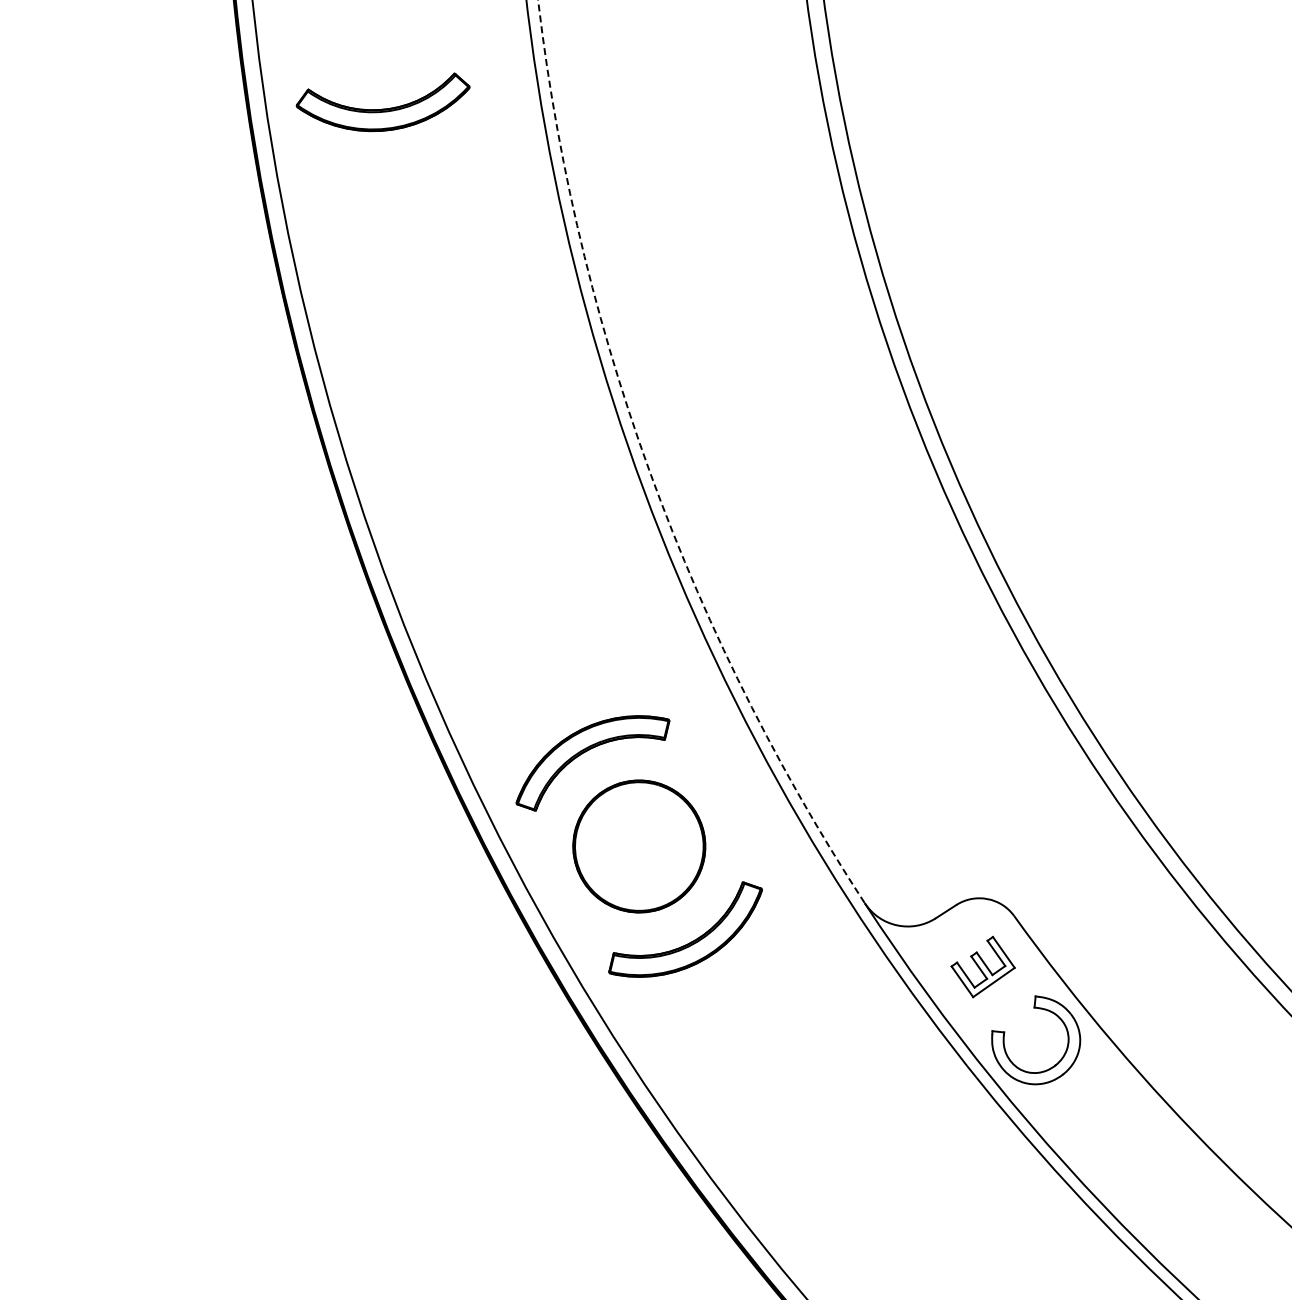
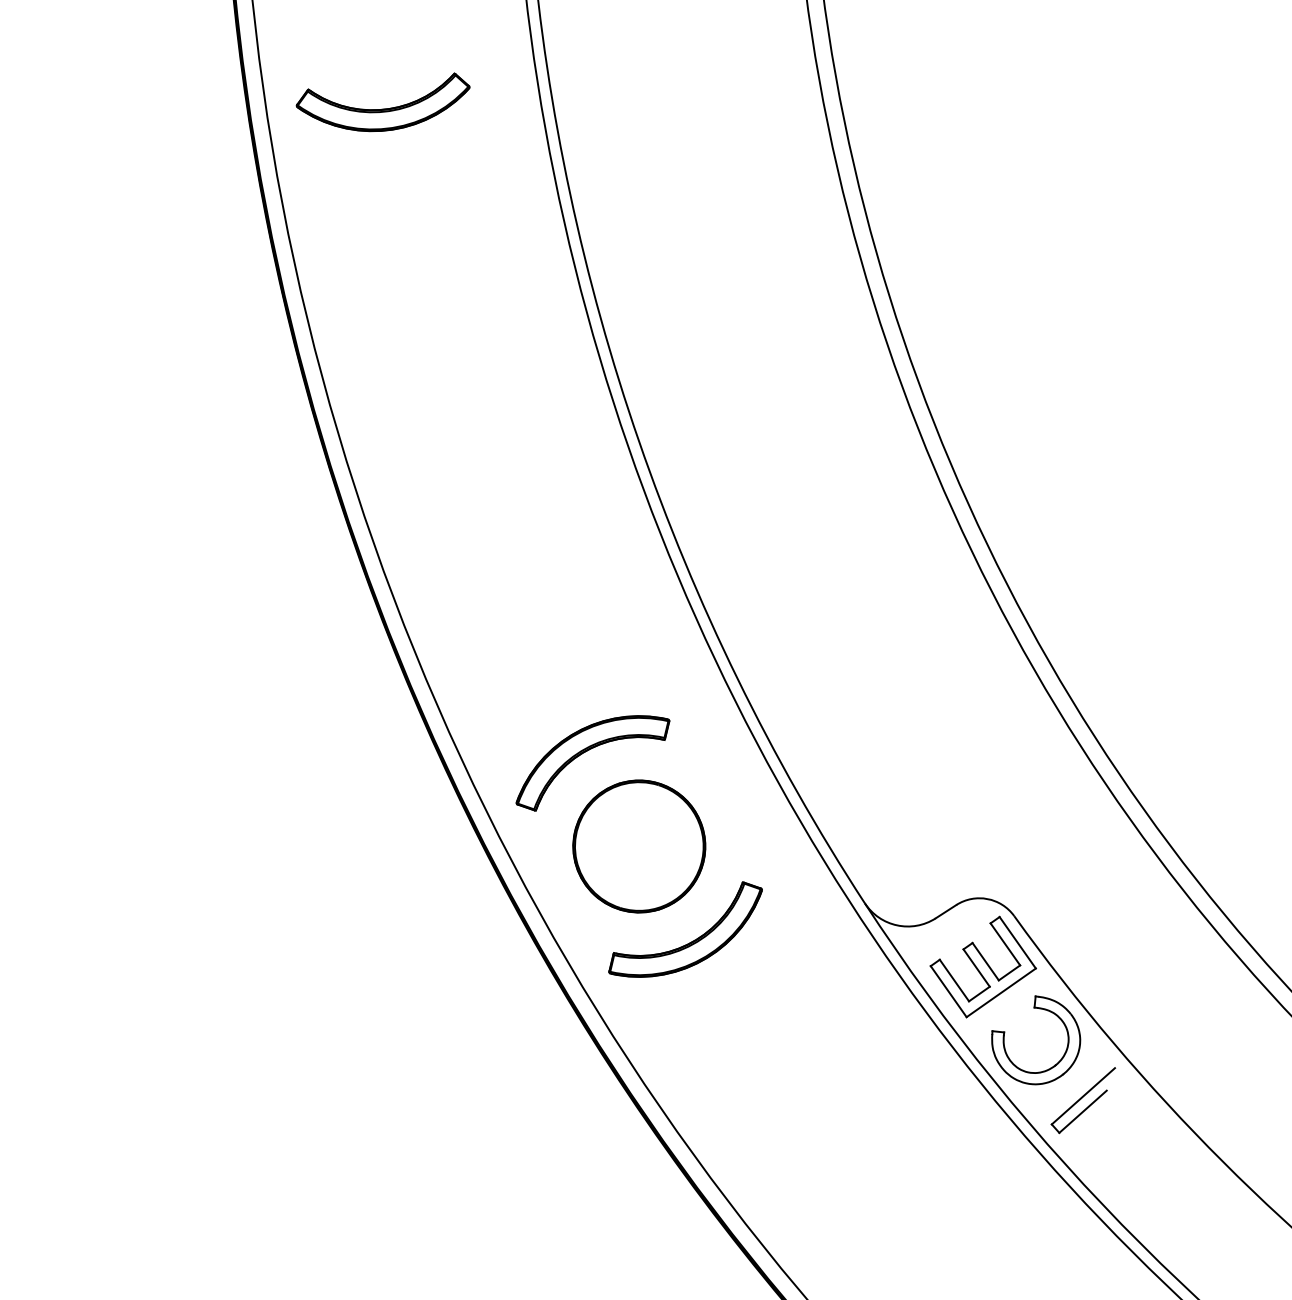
arc at (649, 470): dashed -> solid
part at (982, 966) size: 66x64 px -> 108x104 px
part at (1082, 1100): none -> present
